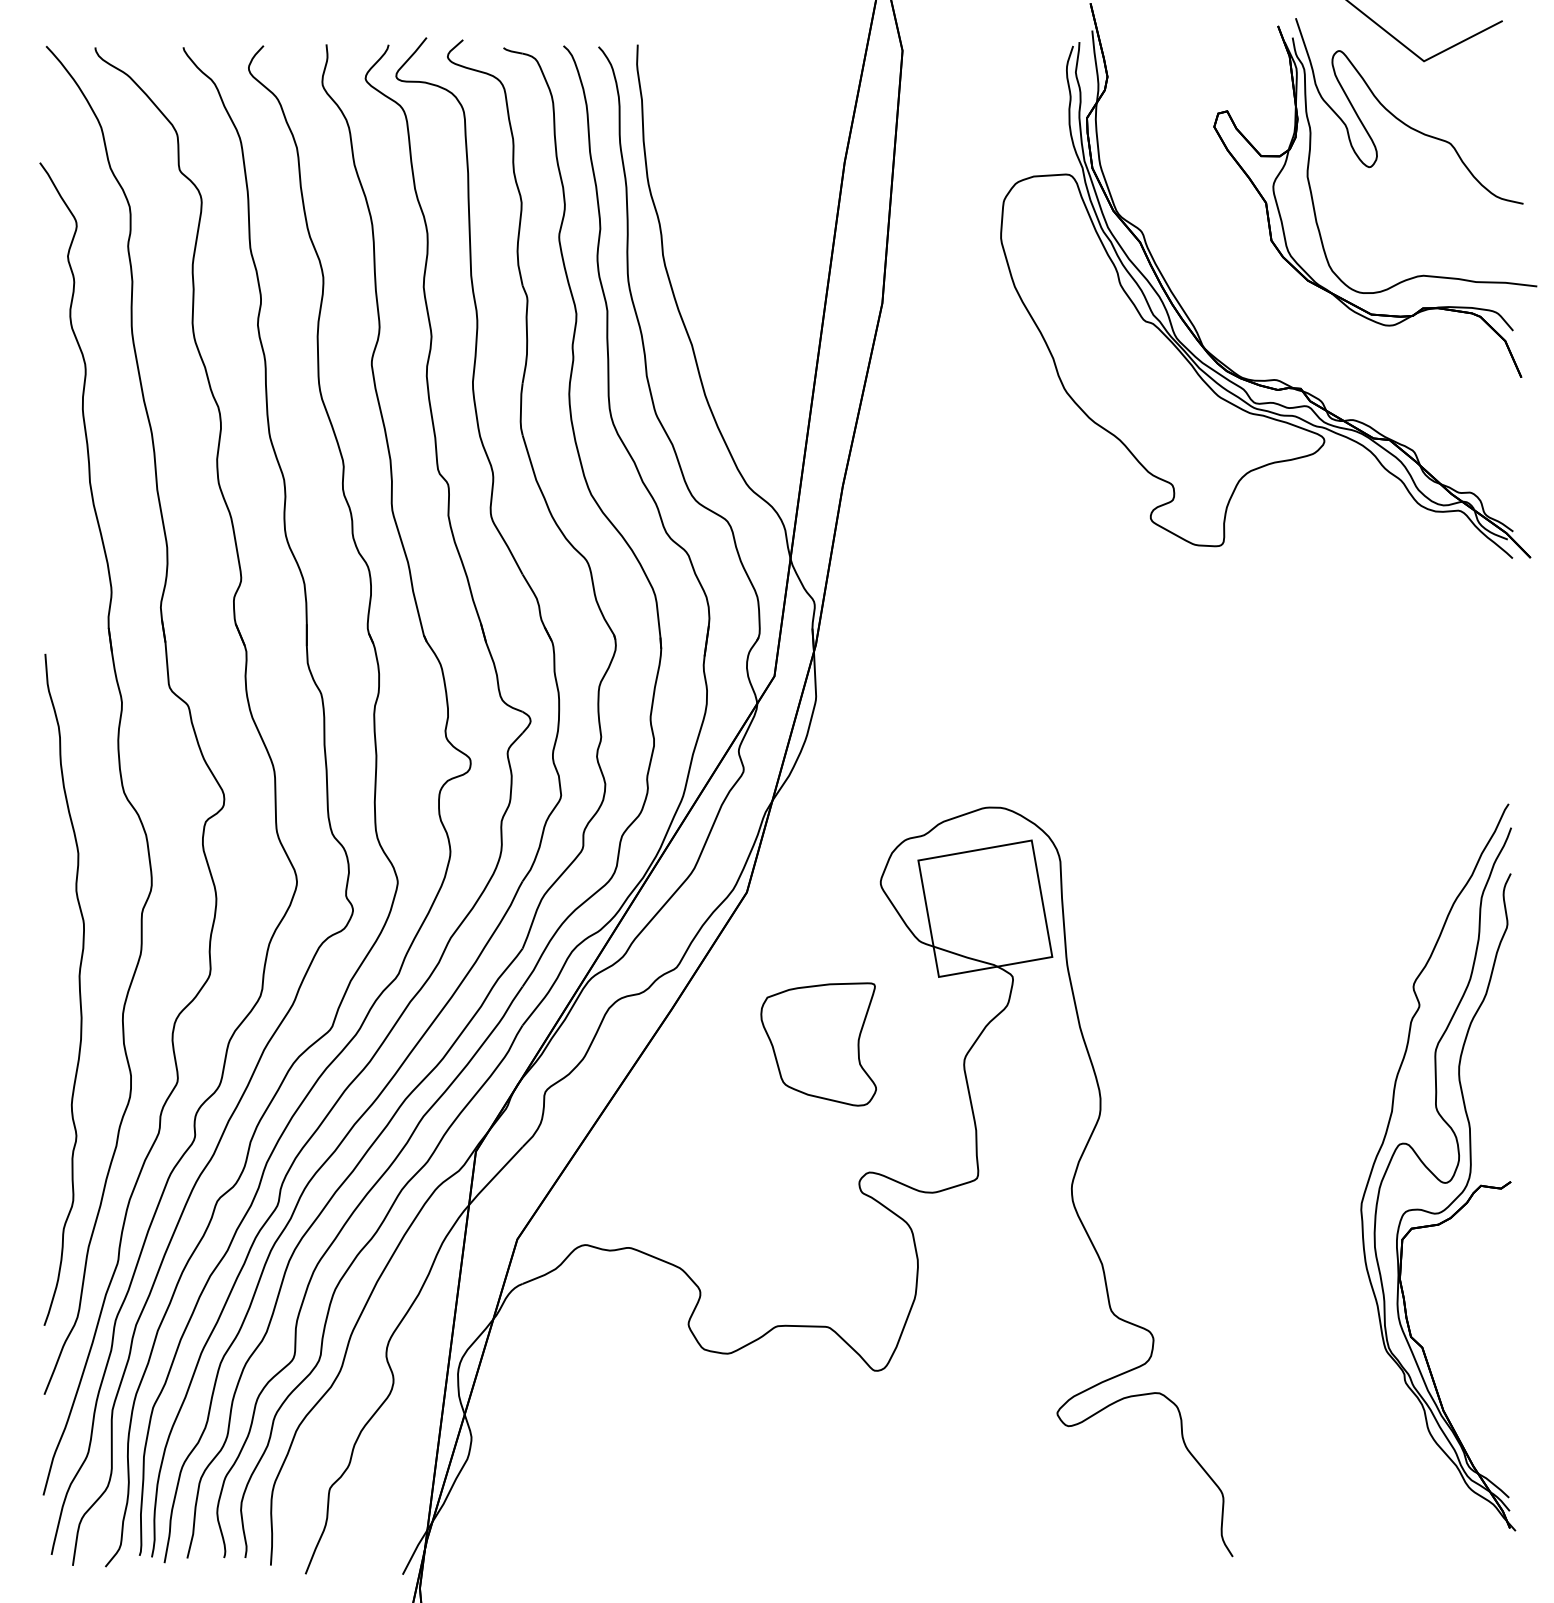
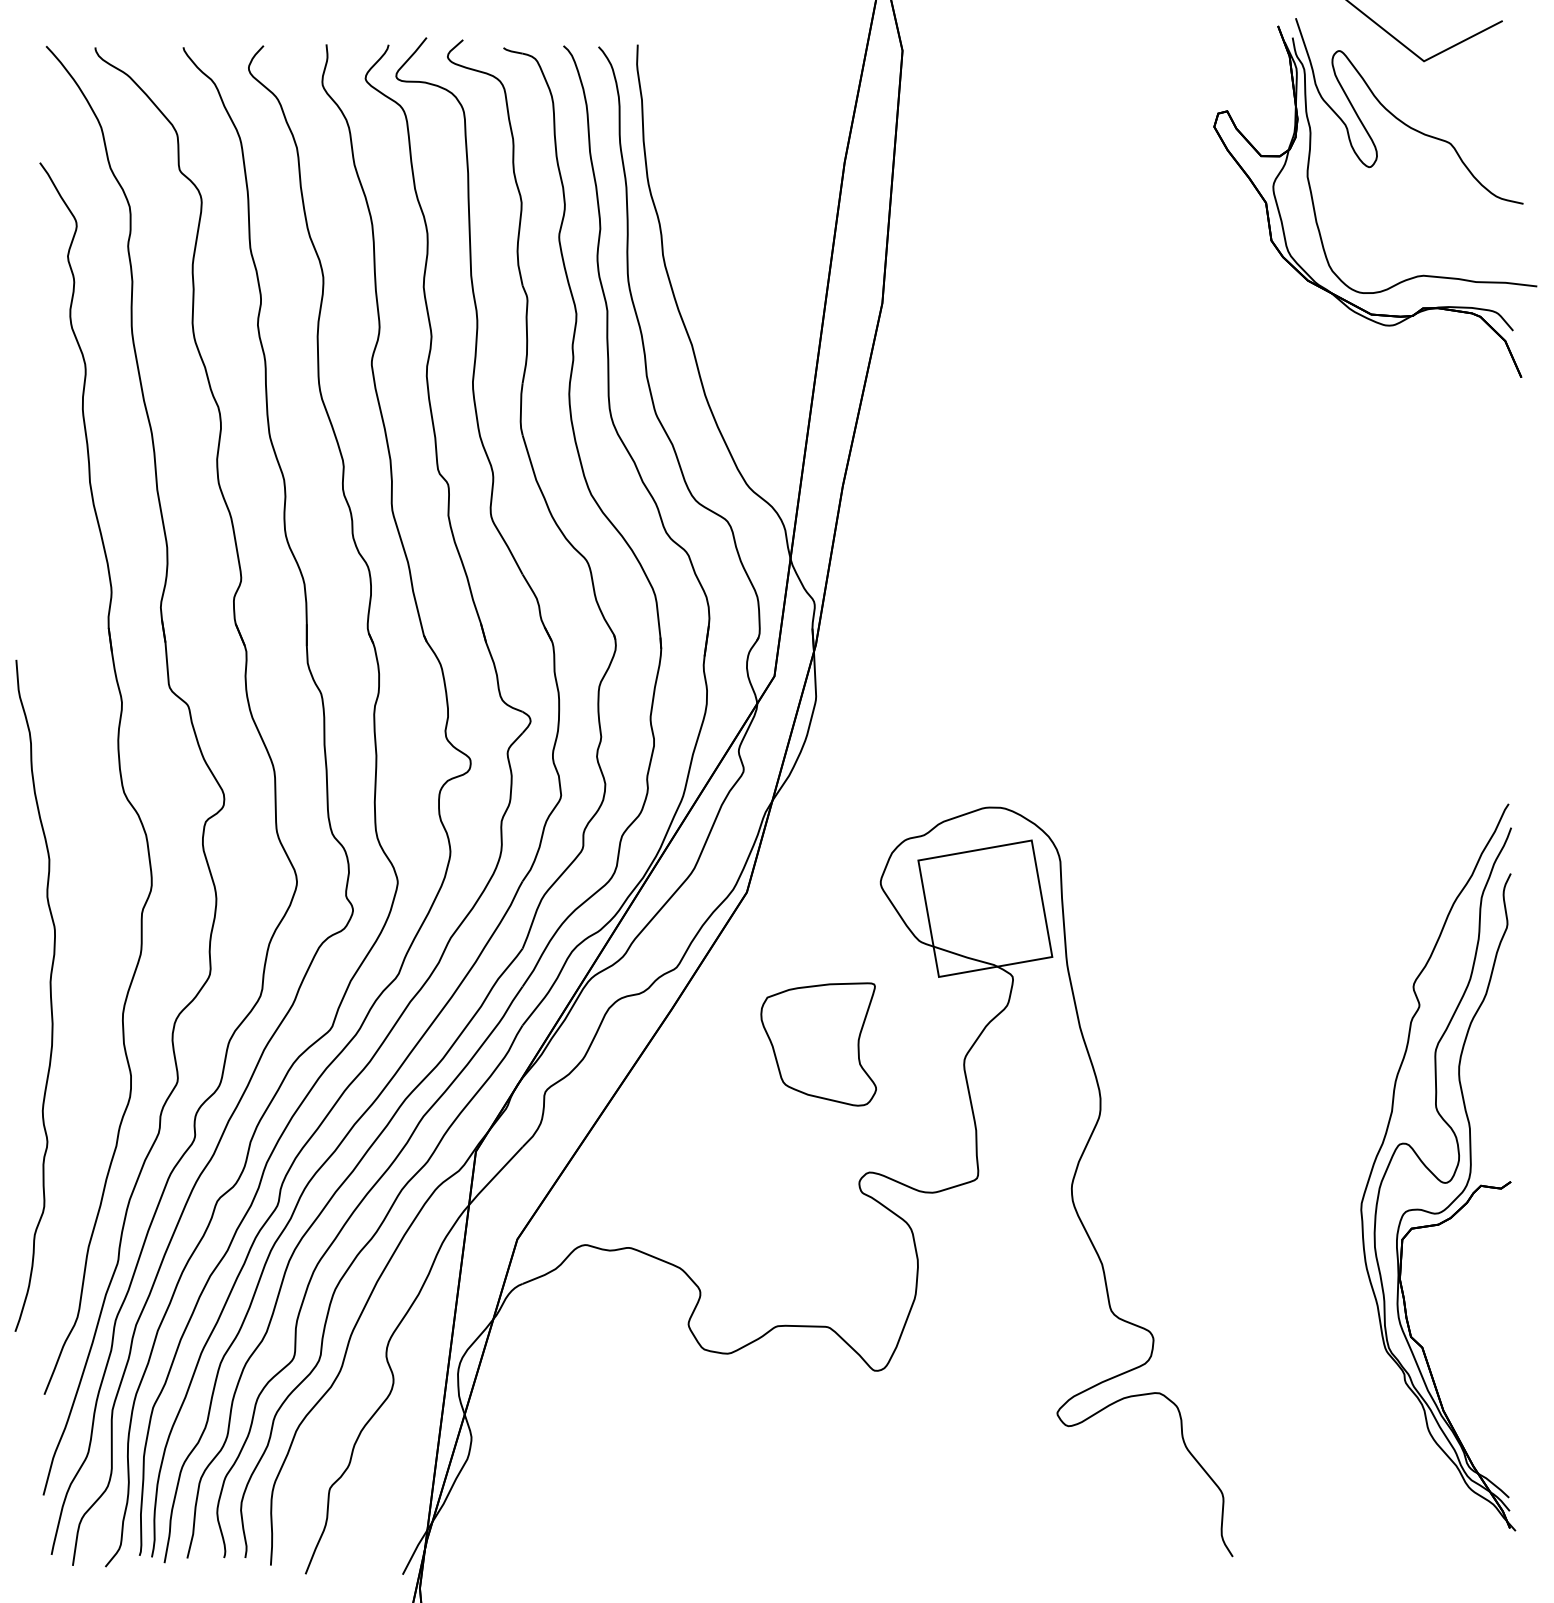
part at (1194, 325): present -> none
curve at (78, 985) position: (78, 985) -> (49, 991)
